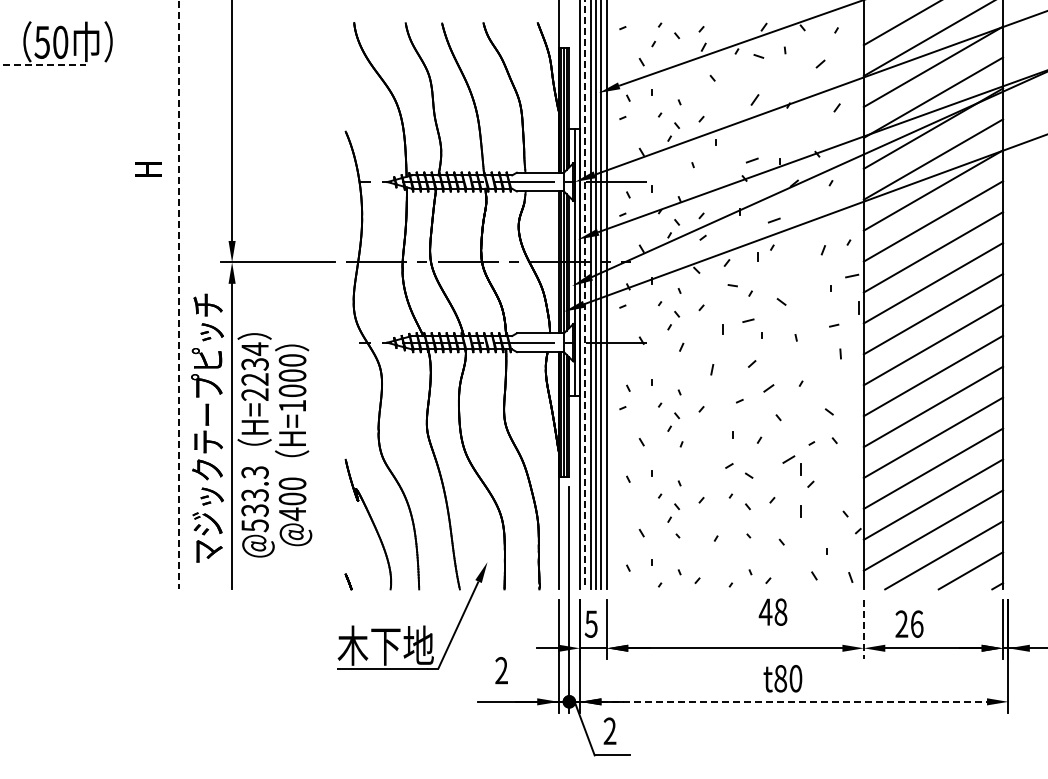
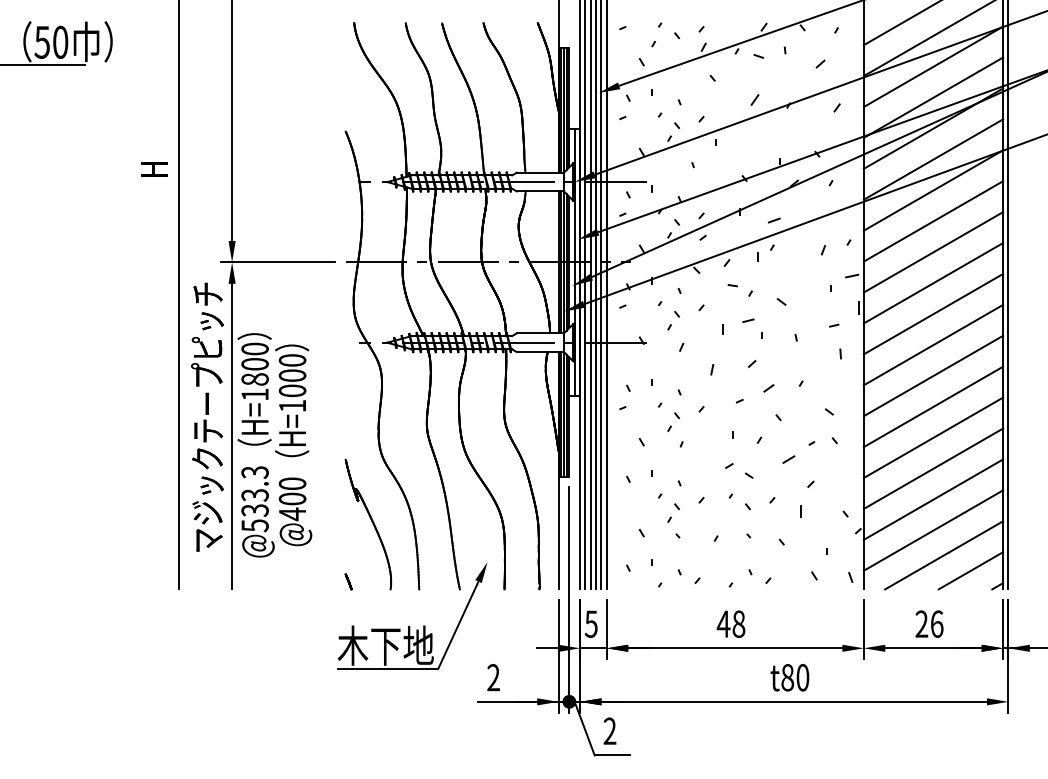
line at (43, 64): dashed -> solid
line at (751, 160): present -> none
text at (148, 169) position: (148, 169) -> (154, 169)
line at (178, 294): dashed -> solid
line at (585, 295): dashed -> solid
line at (1008, 295): none -> present
text at (254, 371): H=2234 -> H=1800
text at (207, 427) position: (207, 427) -> (207, 416)
line at (800, 469): present -> none
text at (772, 611) position: (772, 611) -> (730, 623)
text at (909, 623) position: (909, 623) -> (929, 623)
line at (863, 630): dashed -> solid
text at (501, 670) position: (501, 670) -> (493, 677)
text at (782, 678) position: (782, 678) -> (789, 677)
line at (794, 701): dashed -> solid
